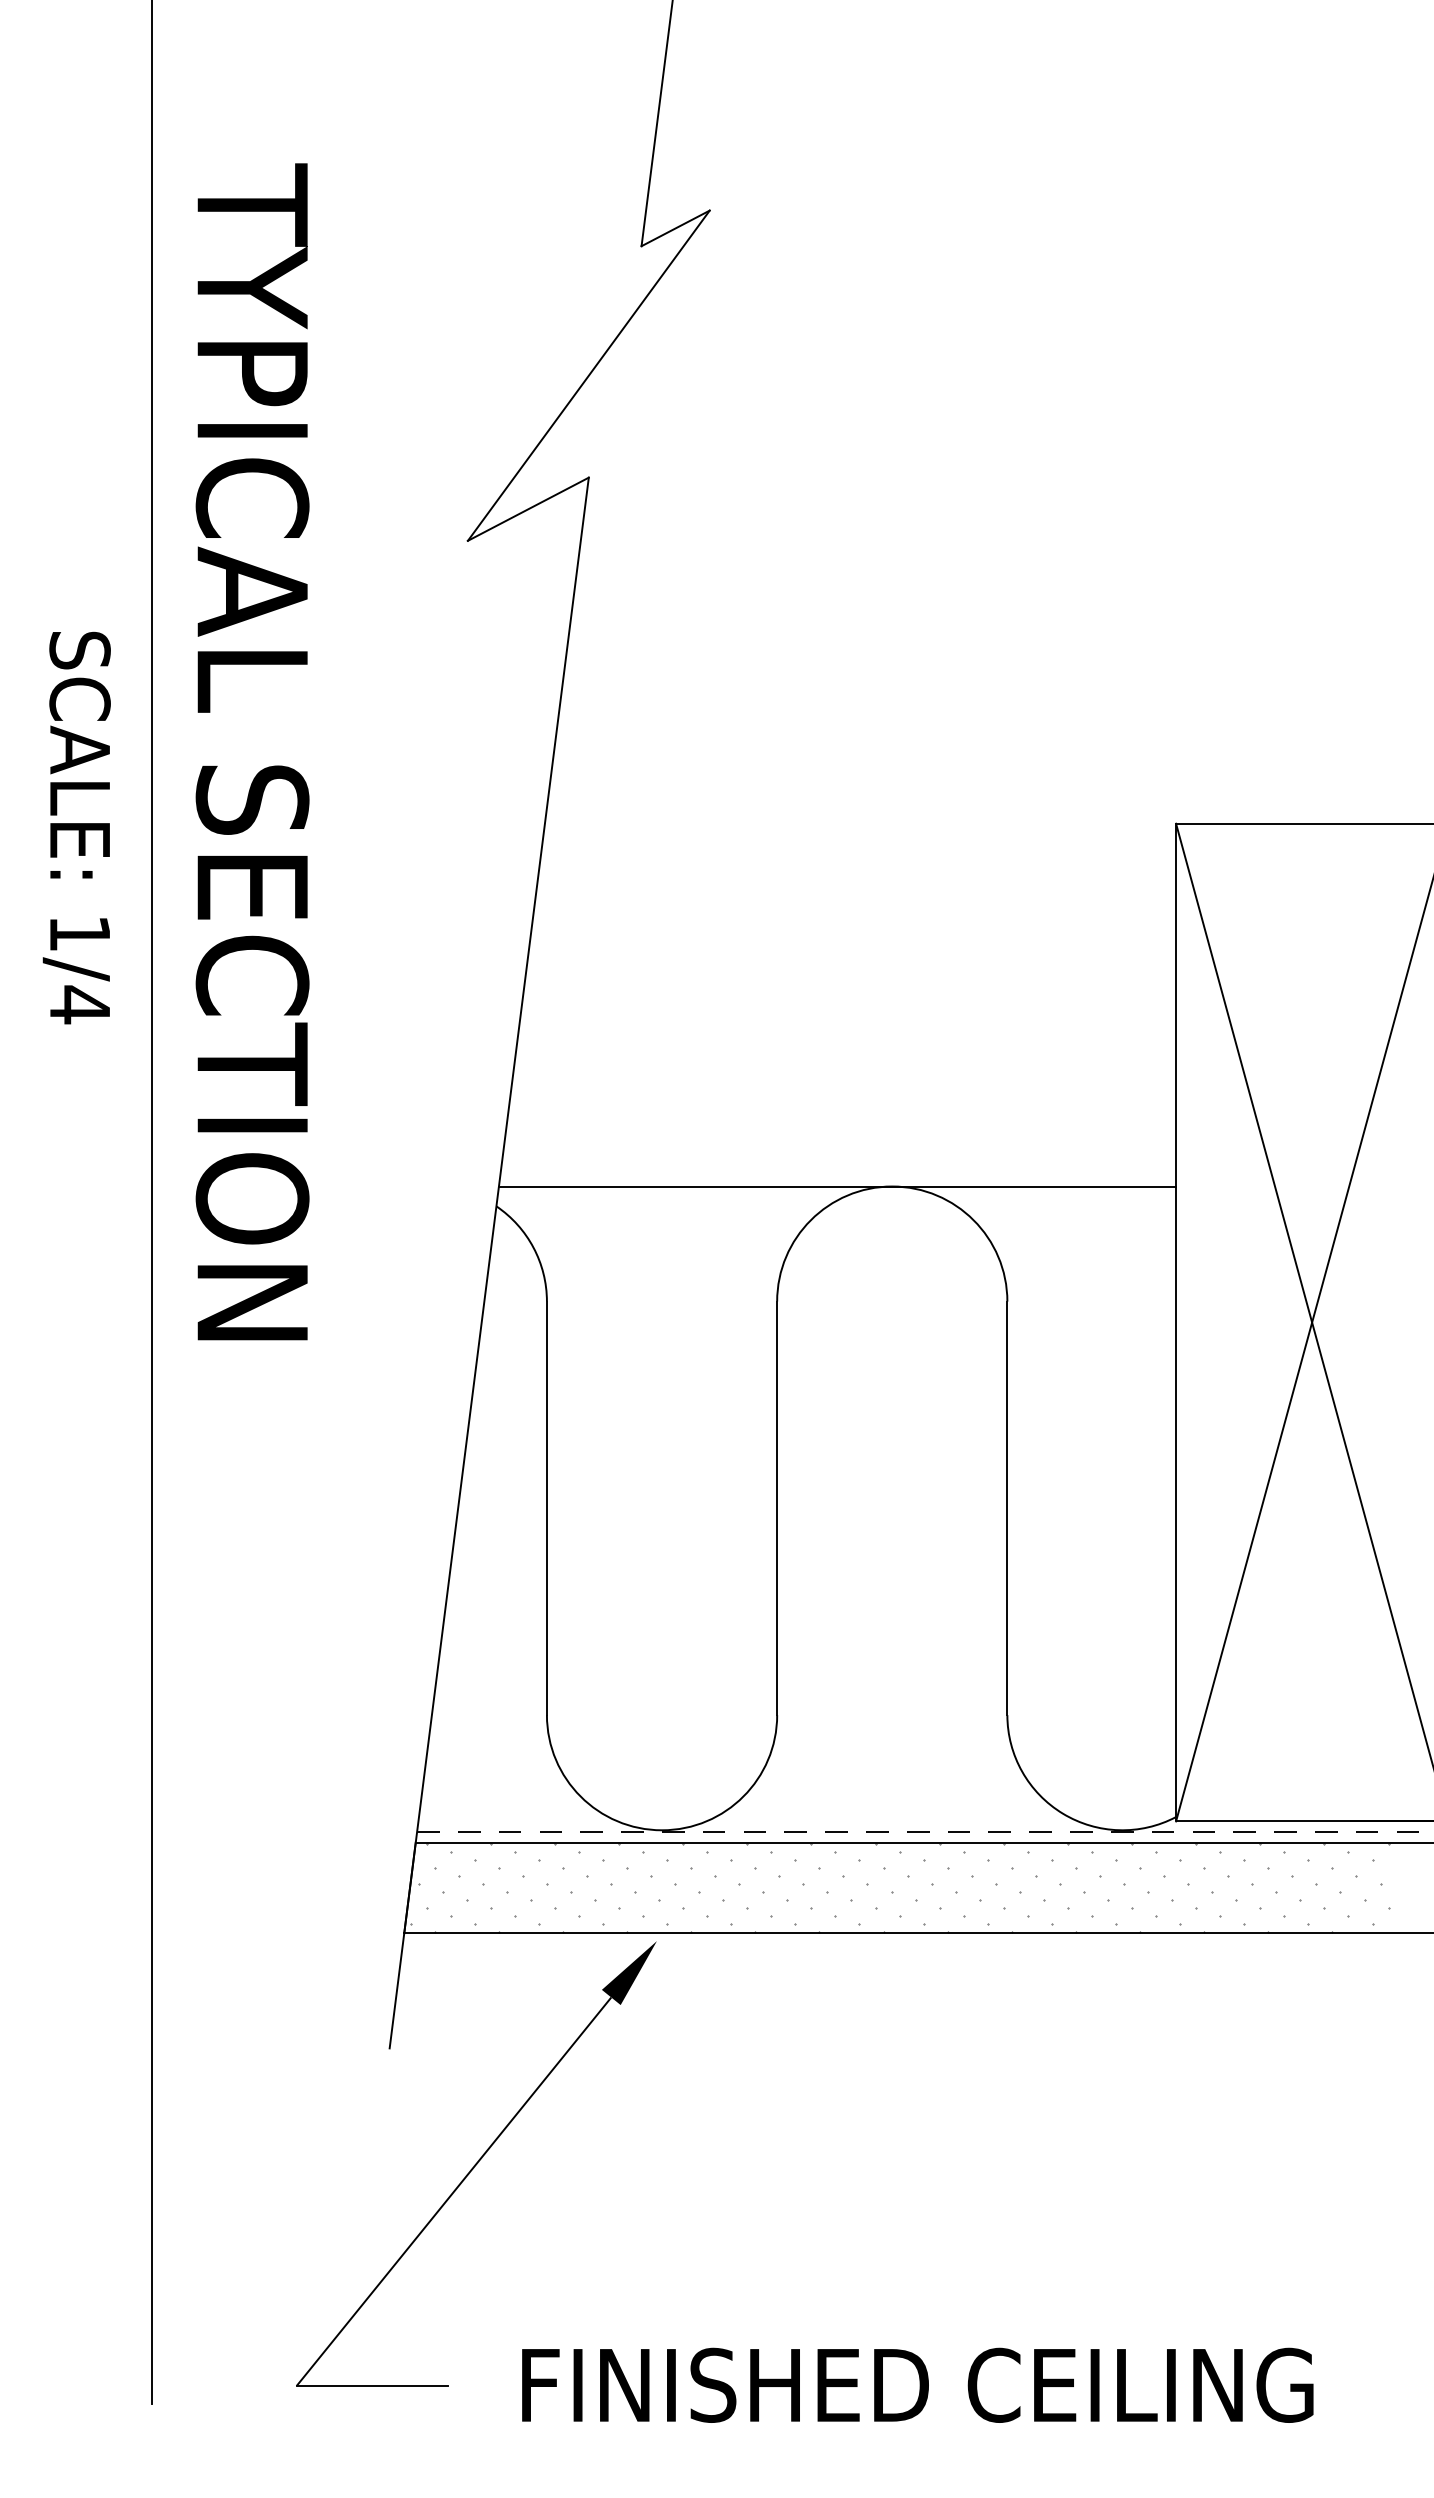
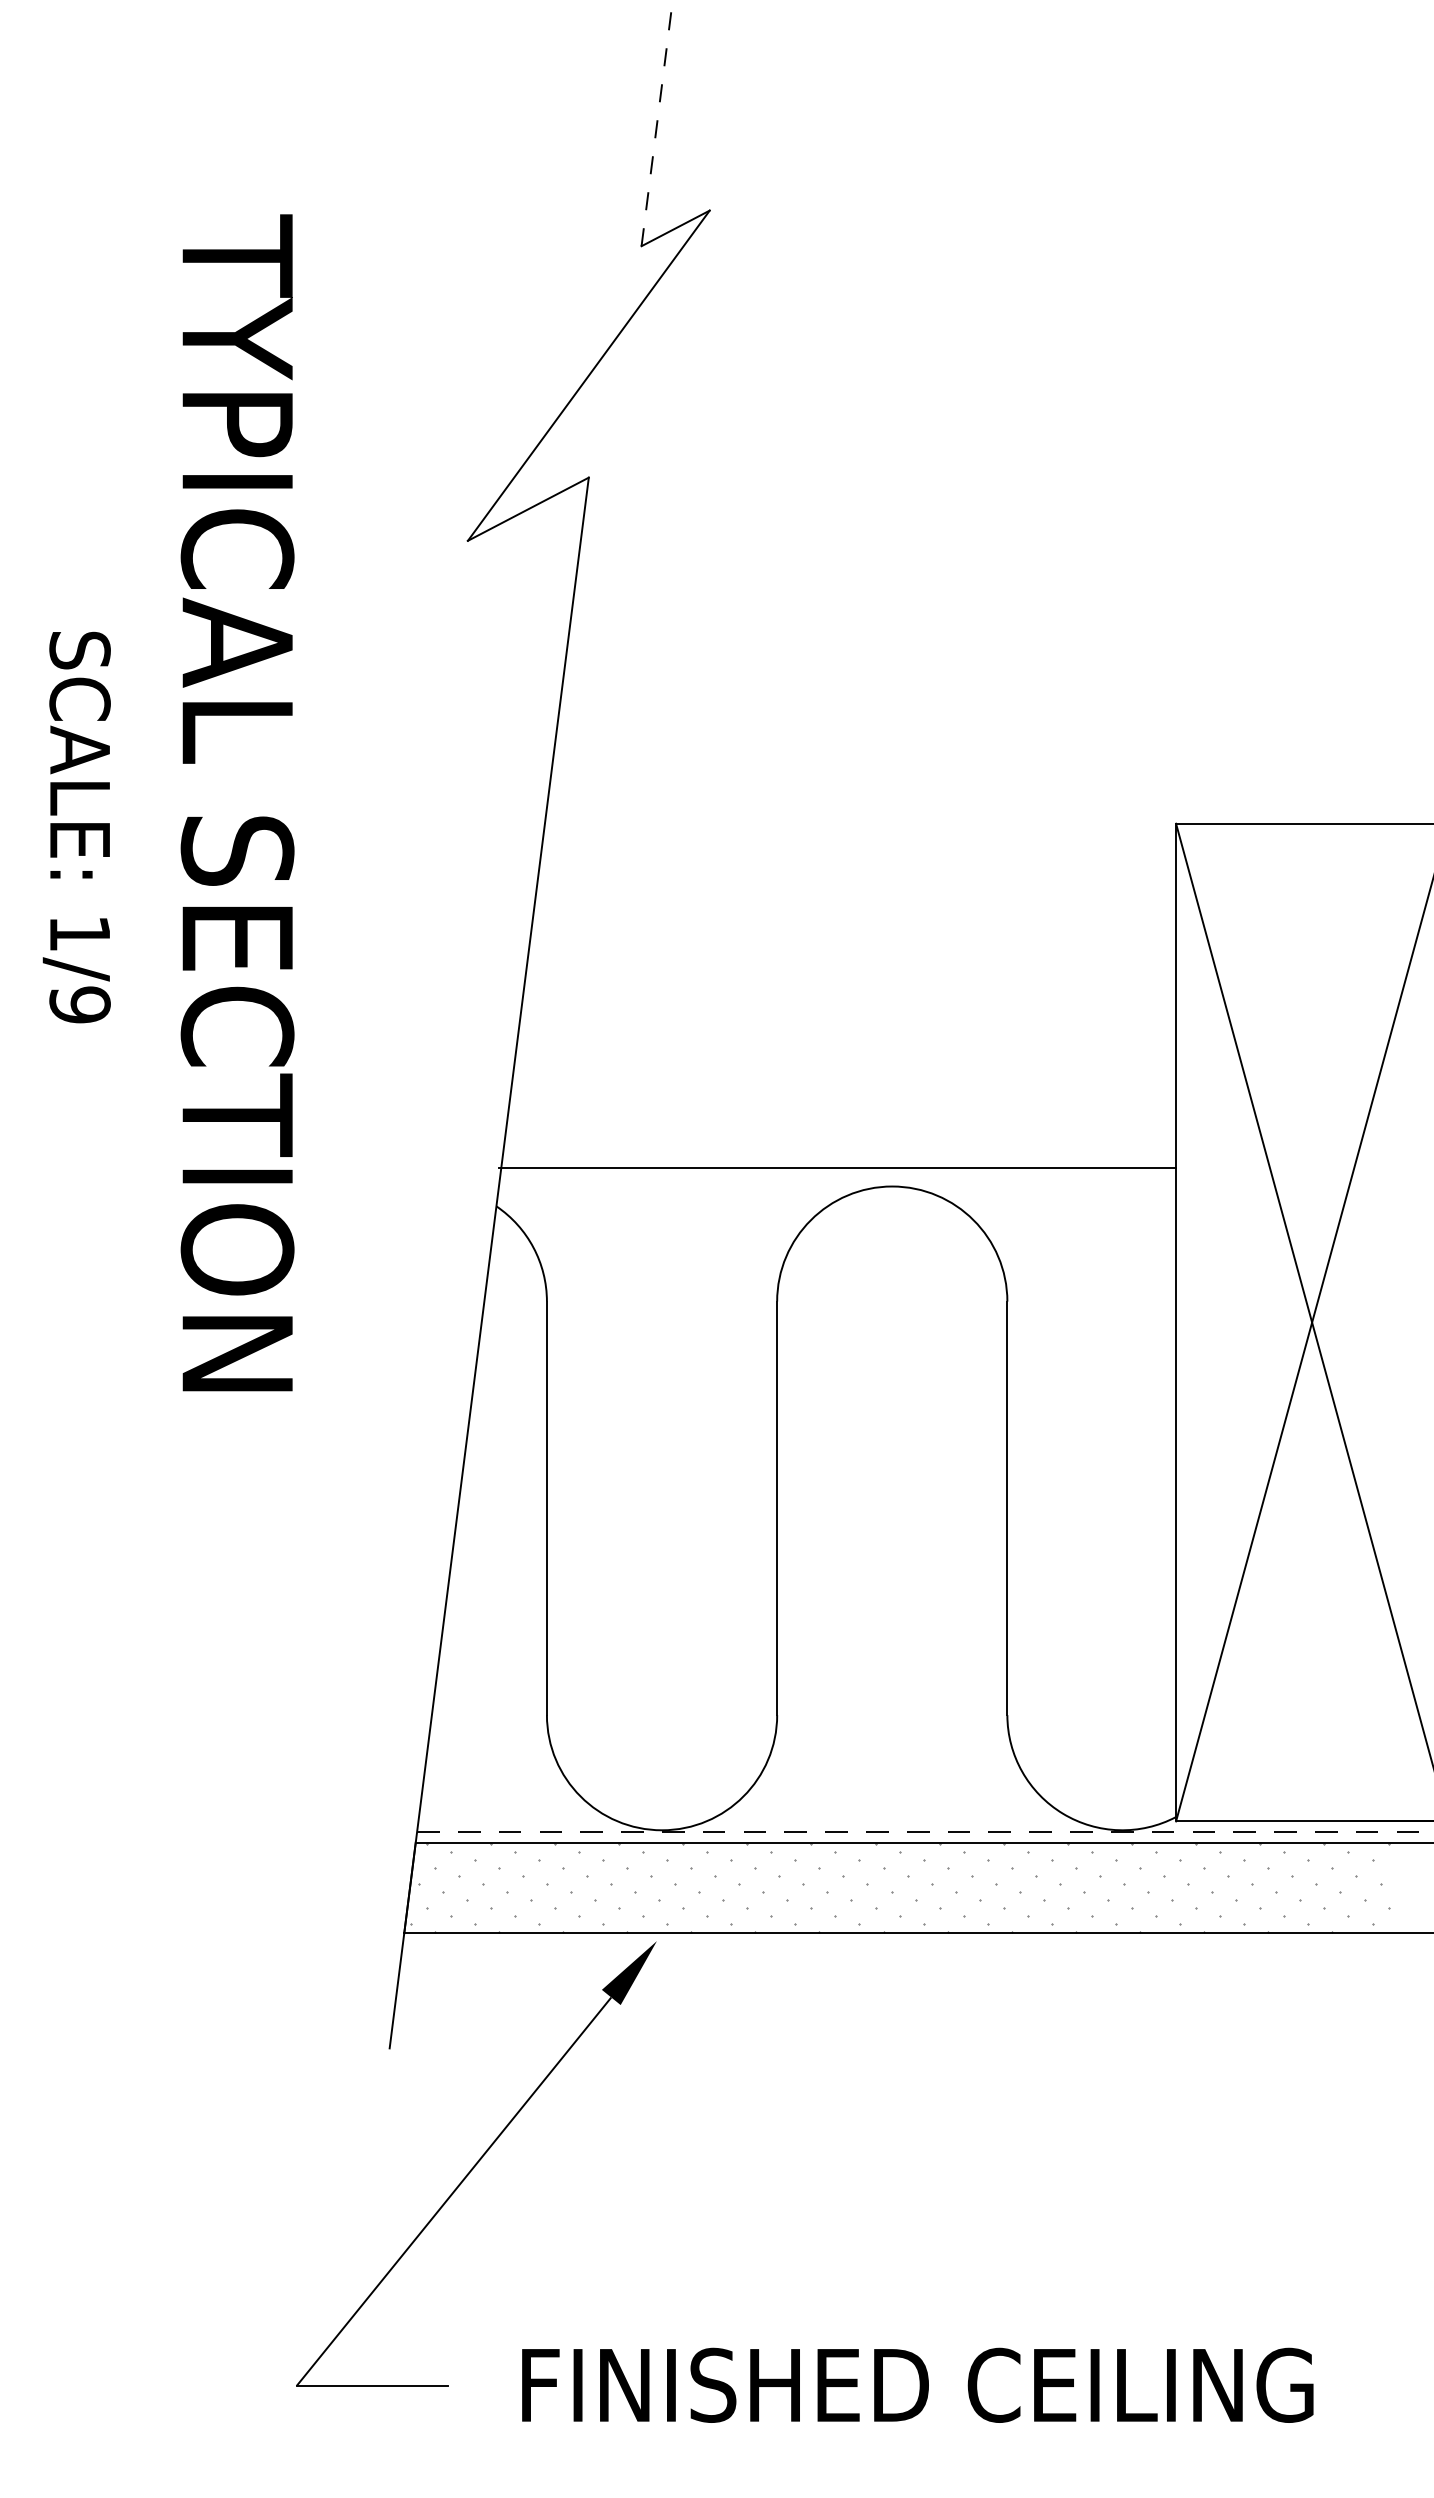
line at (657, 123): solid -> dashed
text at (252, 751) position: (252, 751) -> (237, 802)
text at (79, 1004): 1/4 -> 1/9
line at (837, 1186) position: (837, 1186) -> (837, 1167)
line at (151, 1203): present -> none
